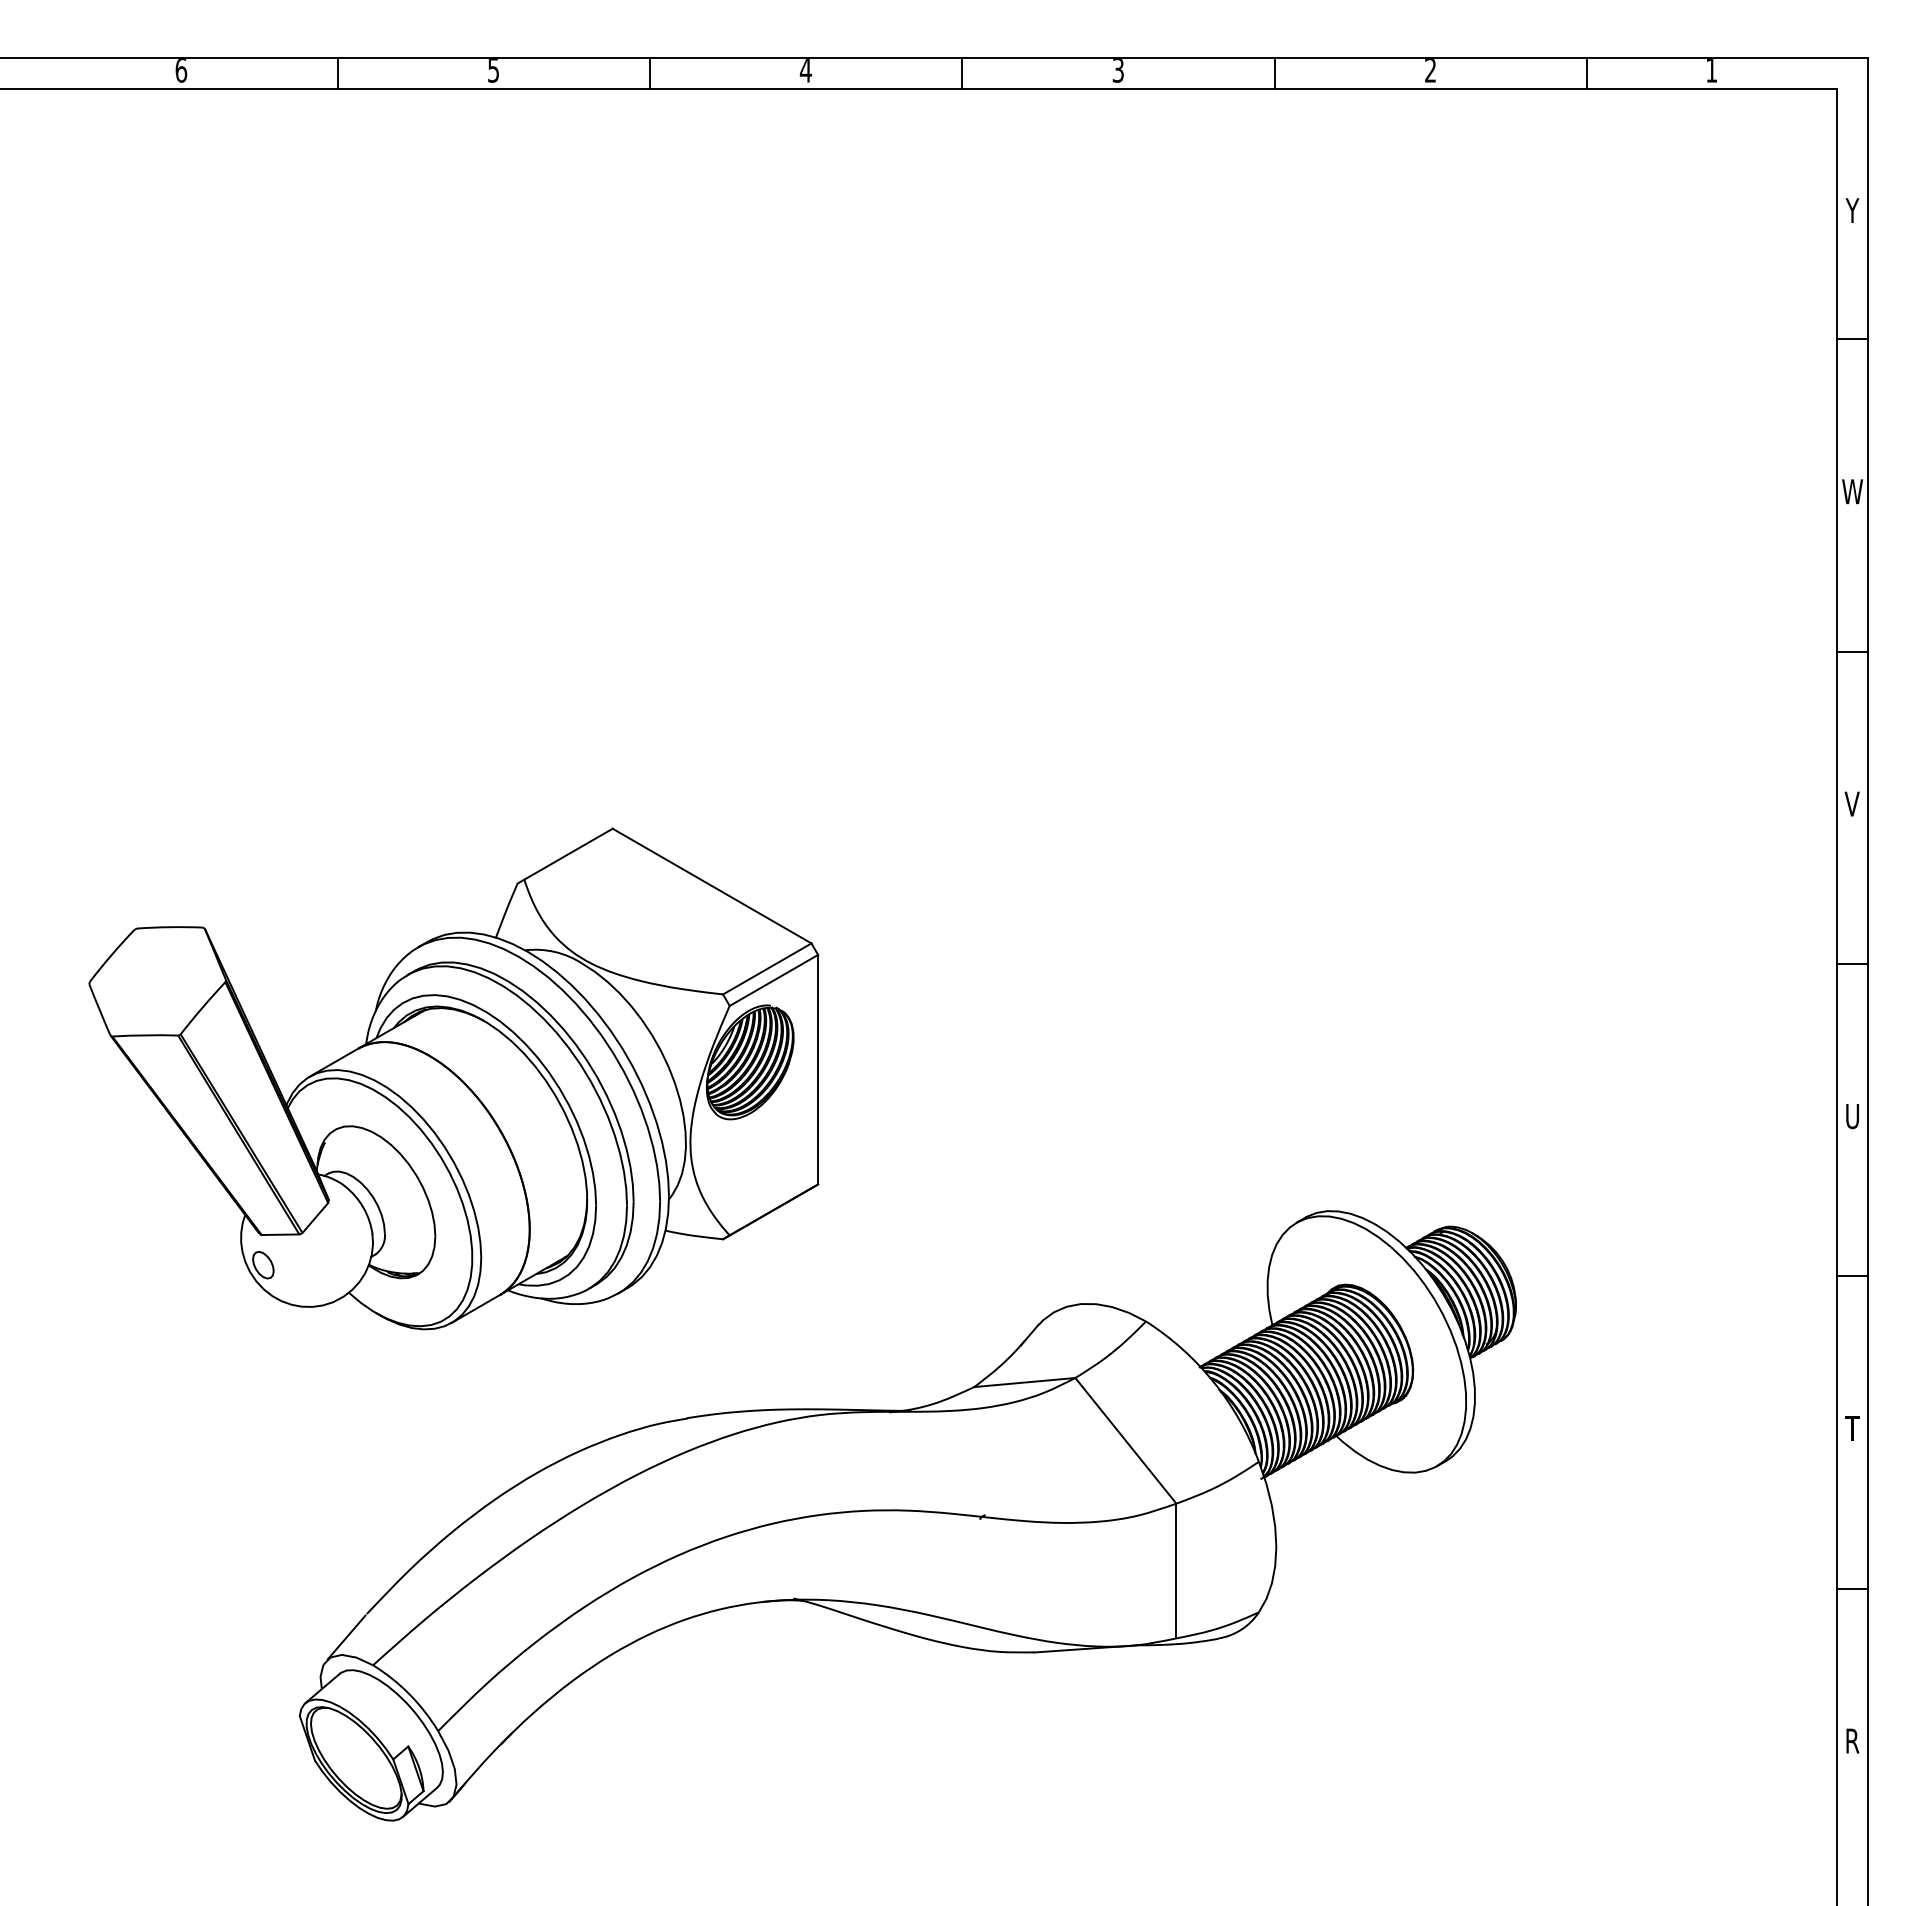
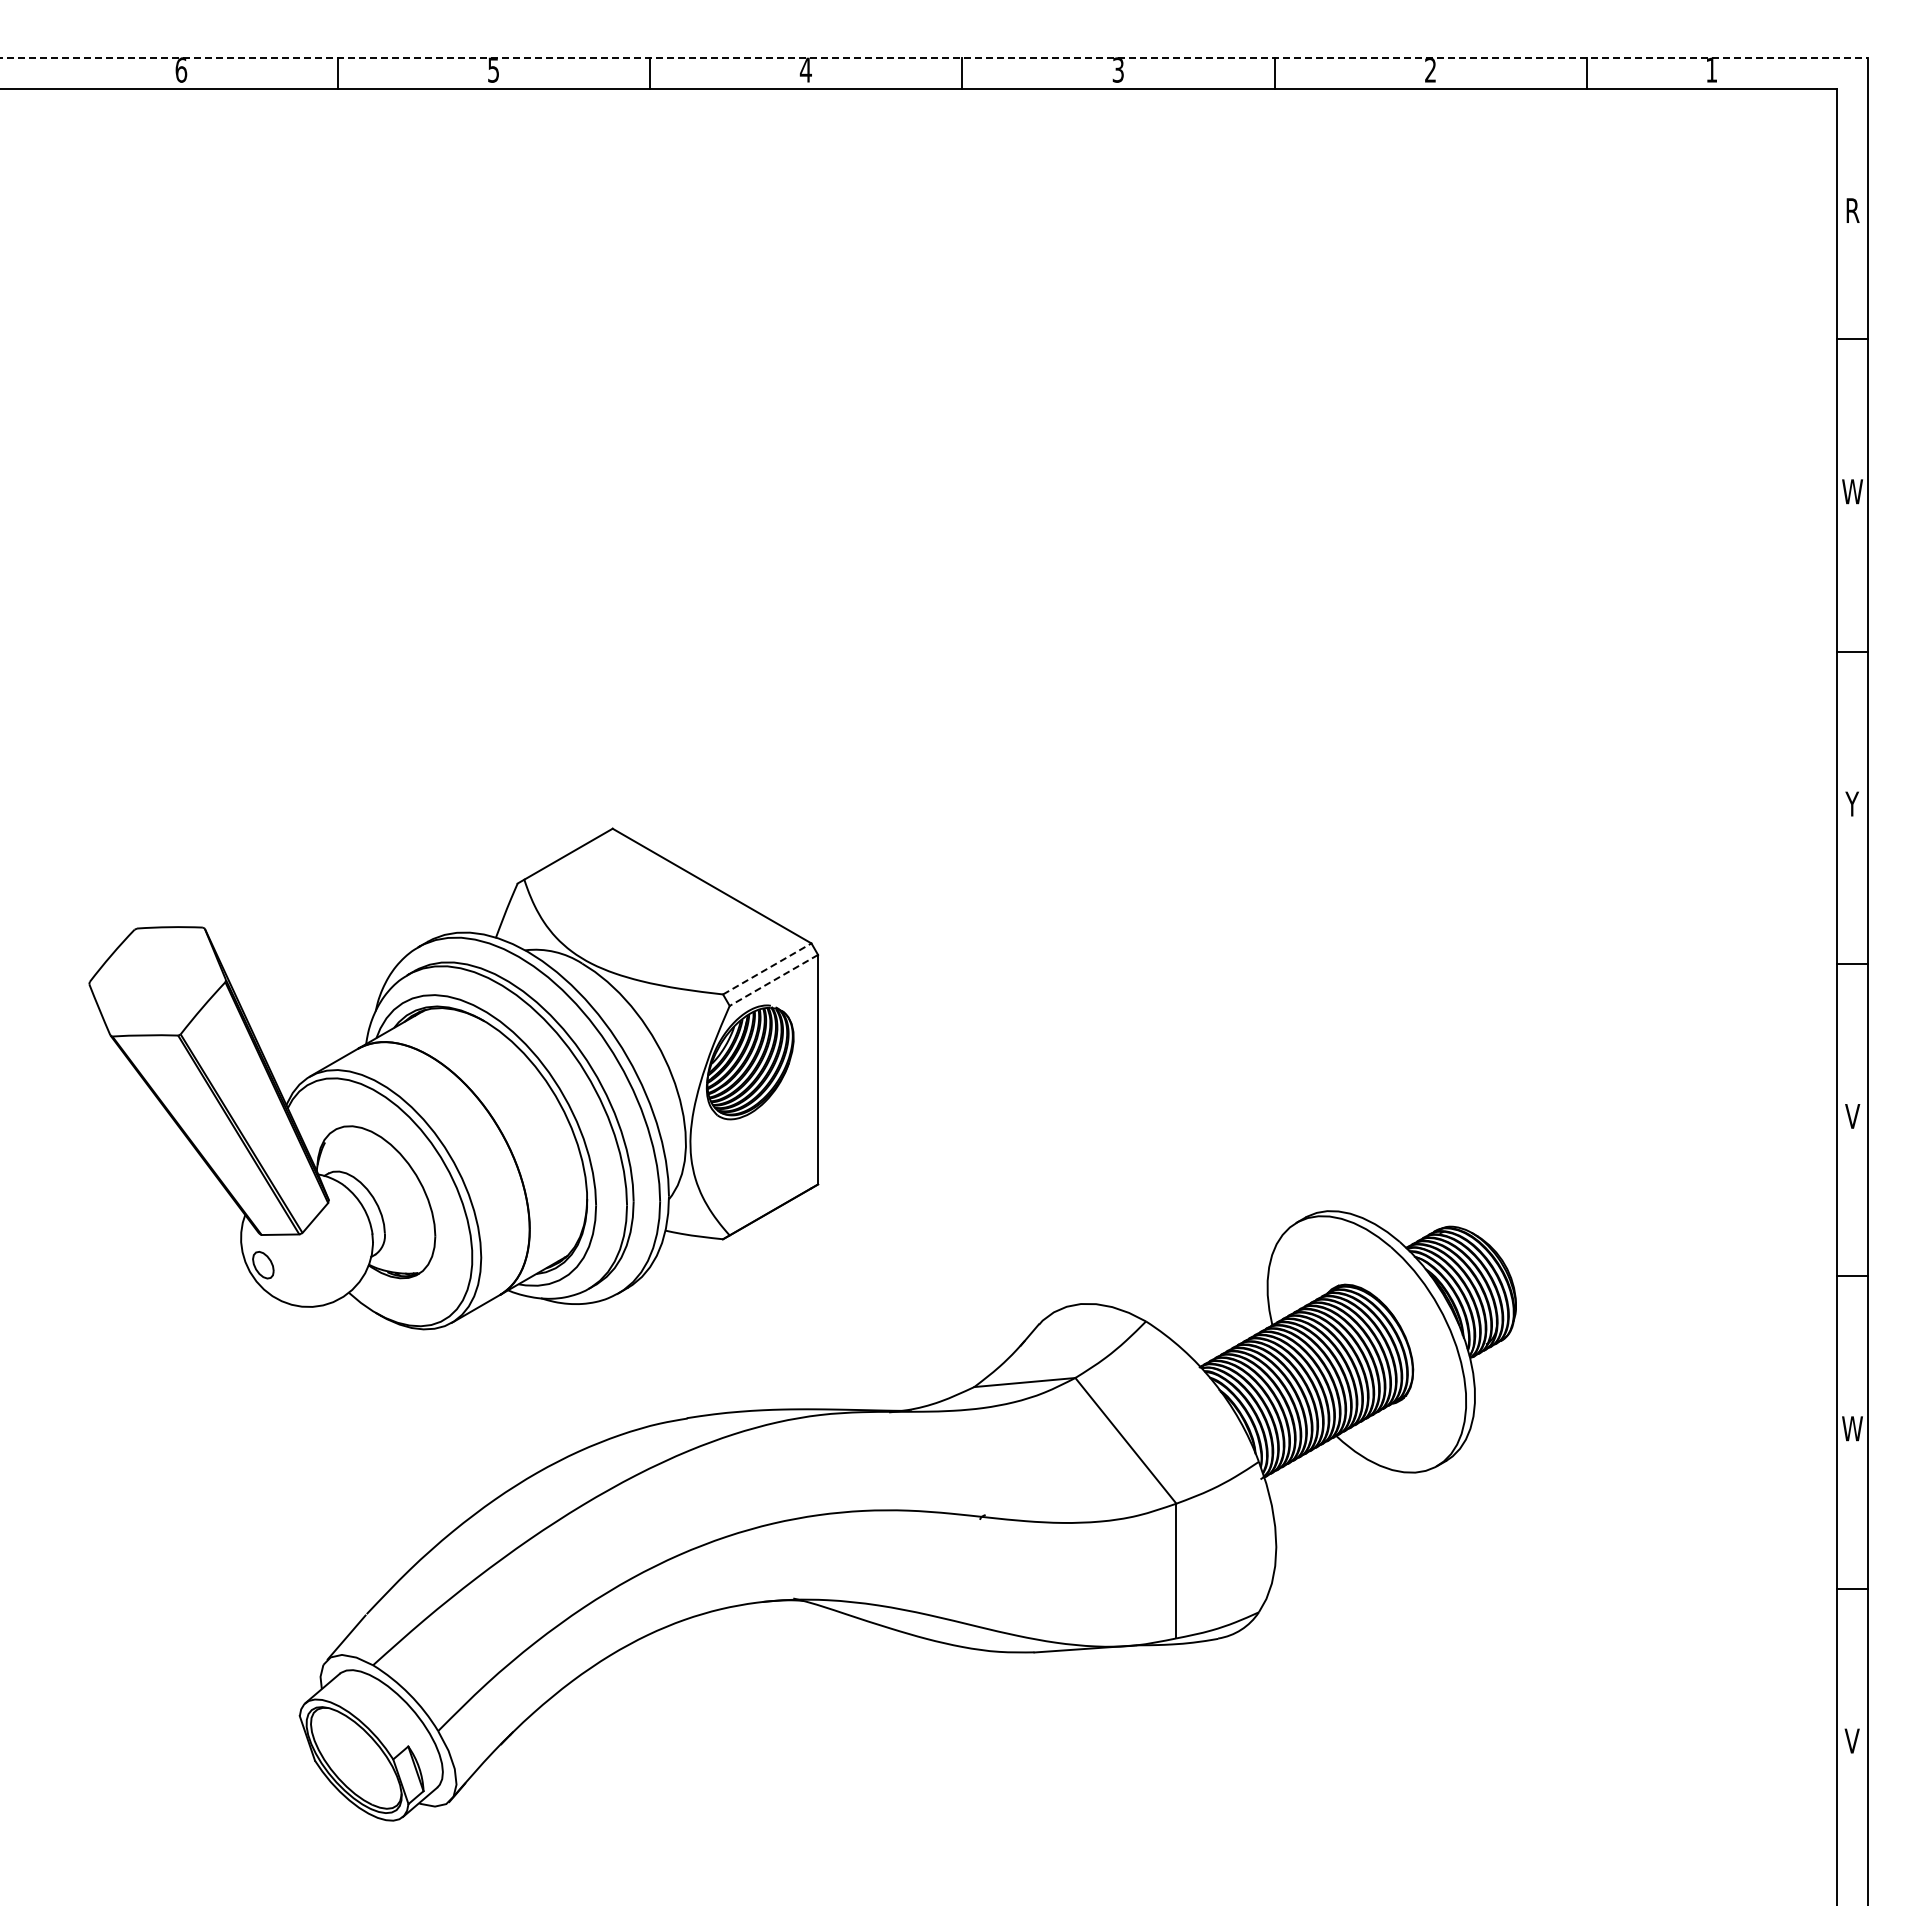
line at (934, 58): solid -> dashed
text at (1852, 210): Y -> R
text at (1851, 803): V -> Y
line at (767, 968): solid -> dashed
line at (773, 980): solid -> dashed
text at (1852, 1116): U -> V
text at (1852, 1428): T -> W
text at (1851, 1740): R -> V
